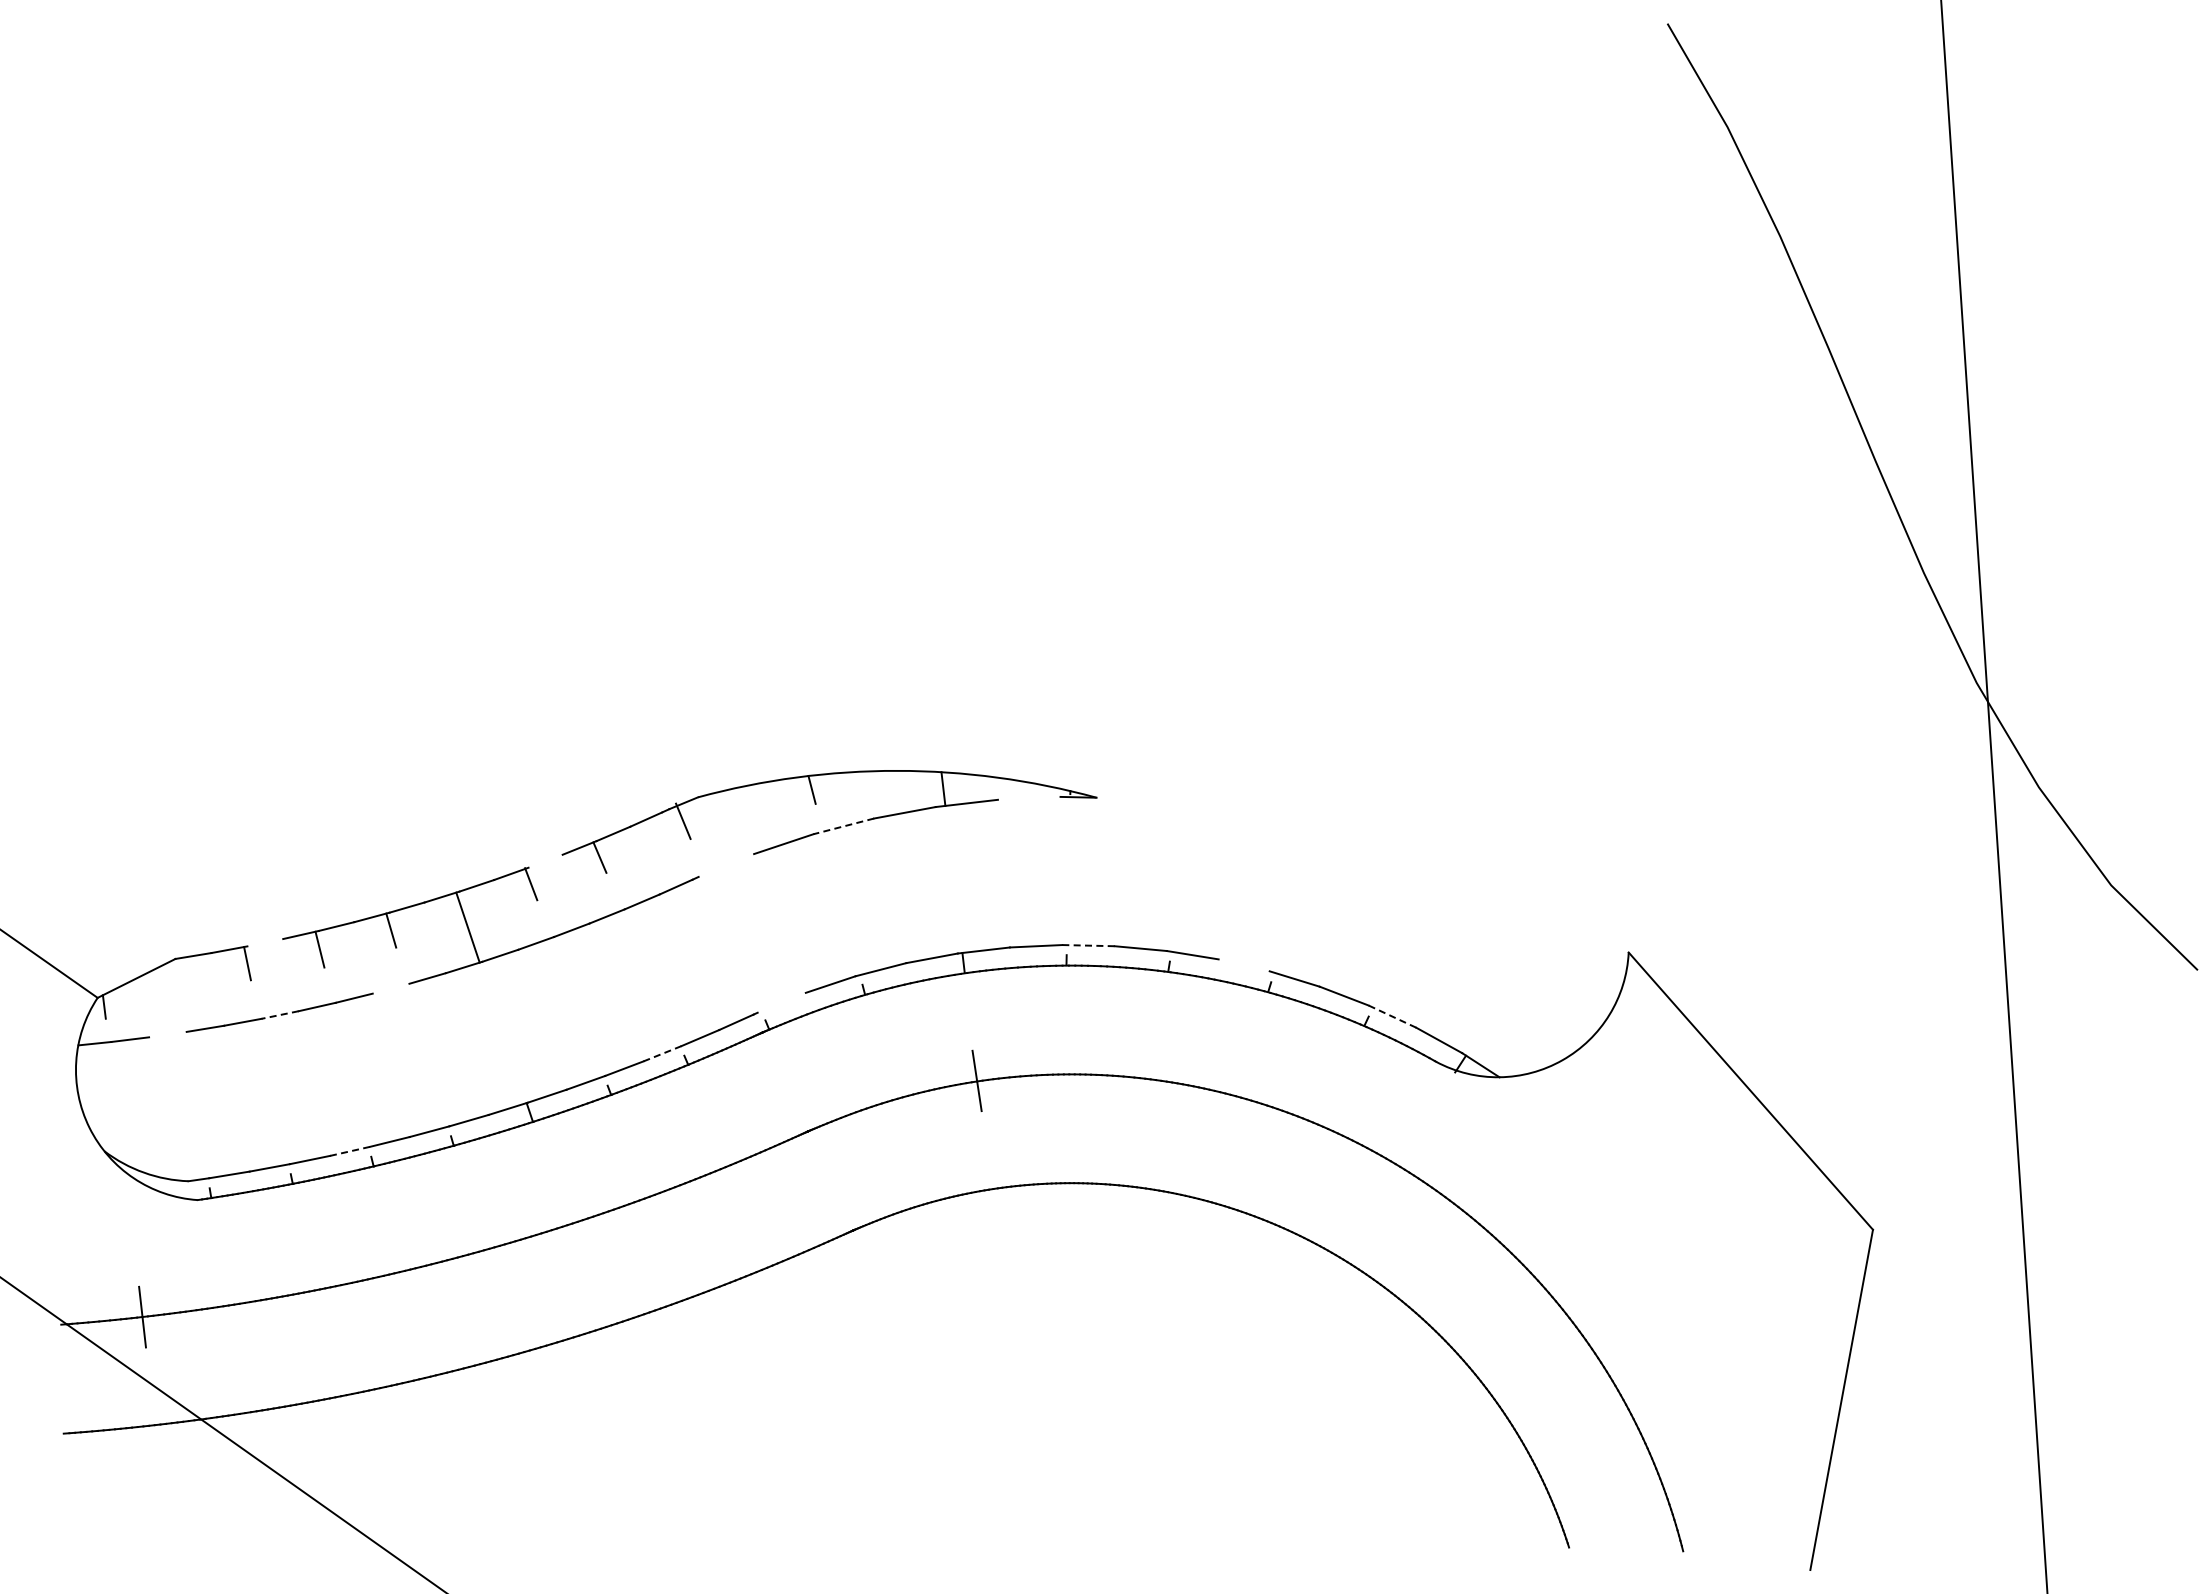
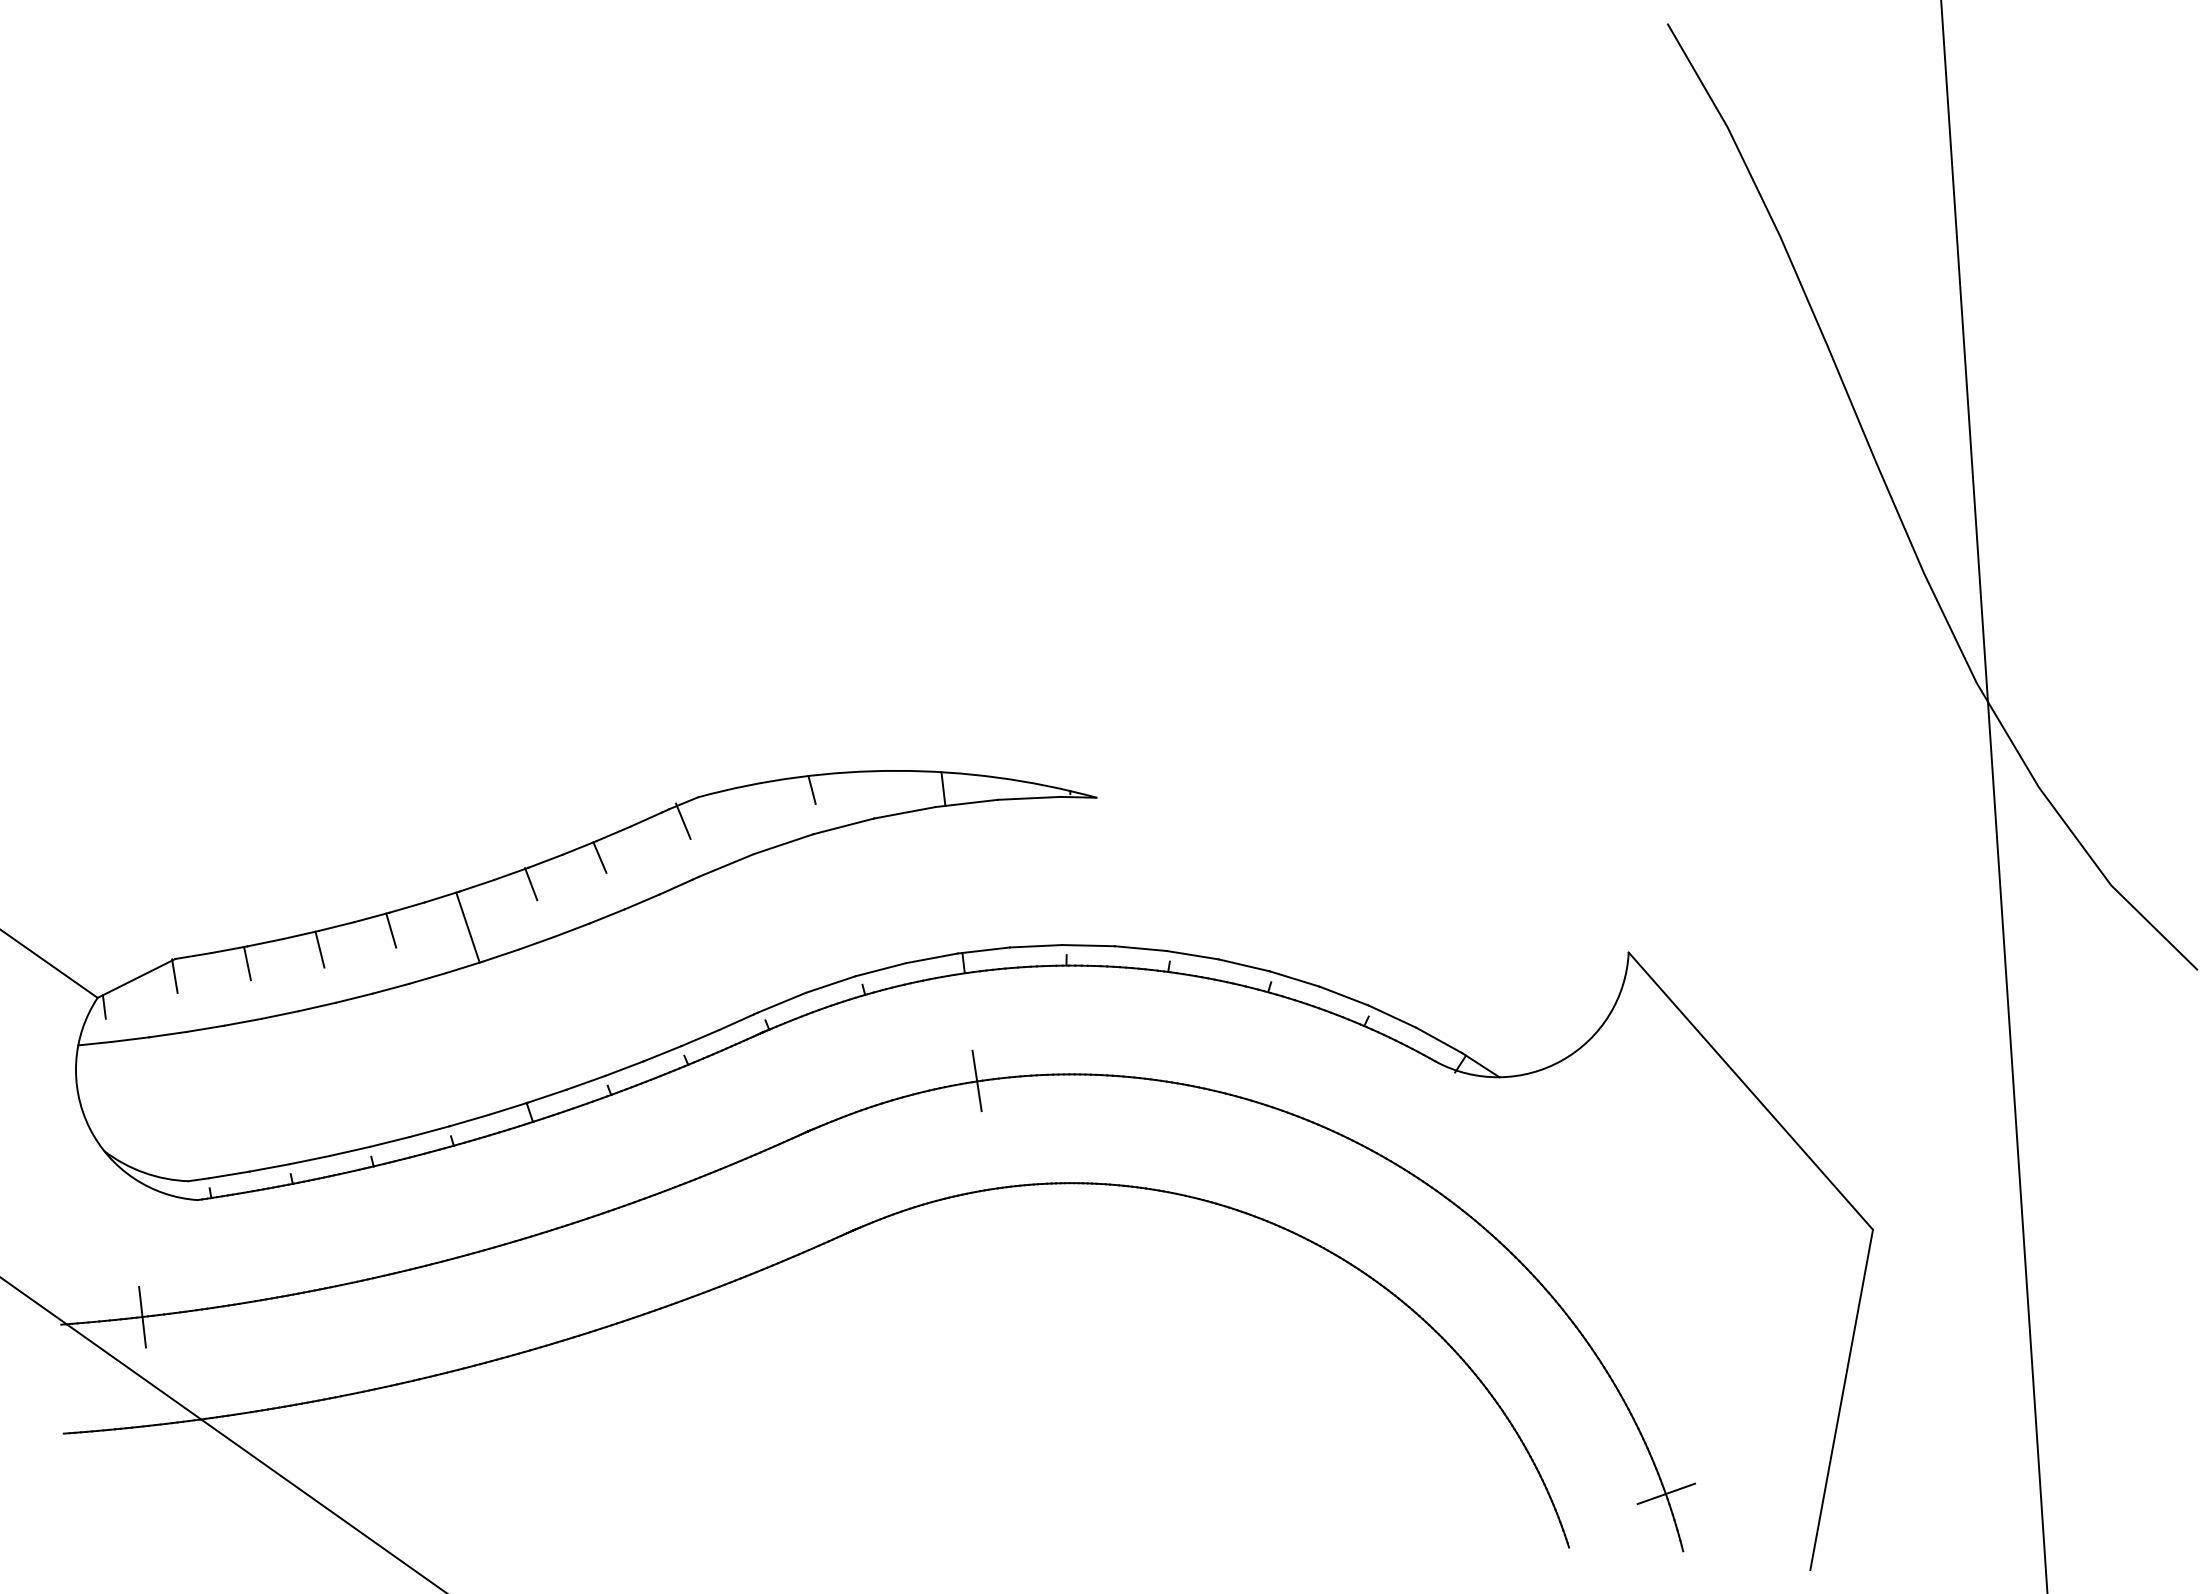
line at (1028, 797): none -> present
line at (843, 826): dashed -> solid
line at (545, 860): none -> present
line at (726, 865): none -> present
line at (265, 942): none -> present
line at (1088, 945): dashed -> solid
line at (1243, 965): none -> present
line at (174, 975): none -> present
line at (390, 988): none -> present
line at (781, 1002): none -> present
line at (279, 1015): dashed -> solid
line at (1392, 1016): dashed -> solid
line at (167, 1034): none -> present
line at (662, 1053): dashed -> solid
line at (349, 1151): dashed -> solid
line at (1666, 1493): none -> present
